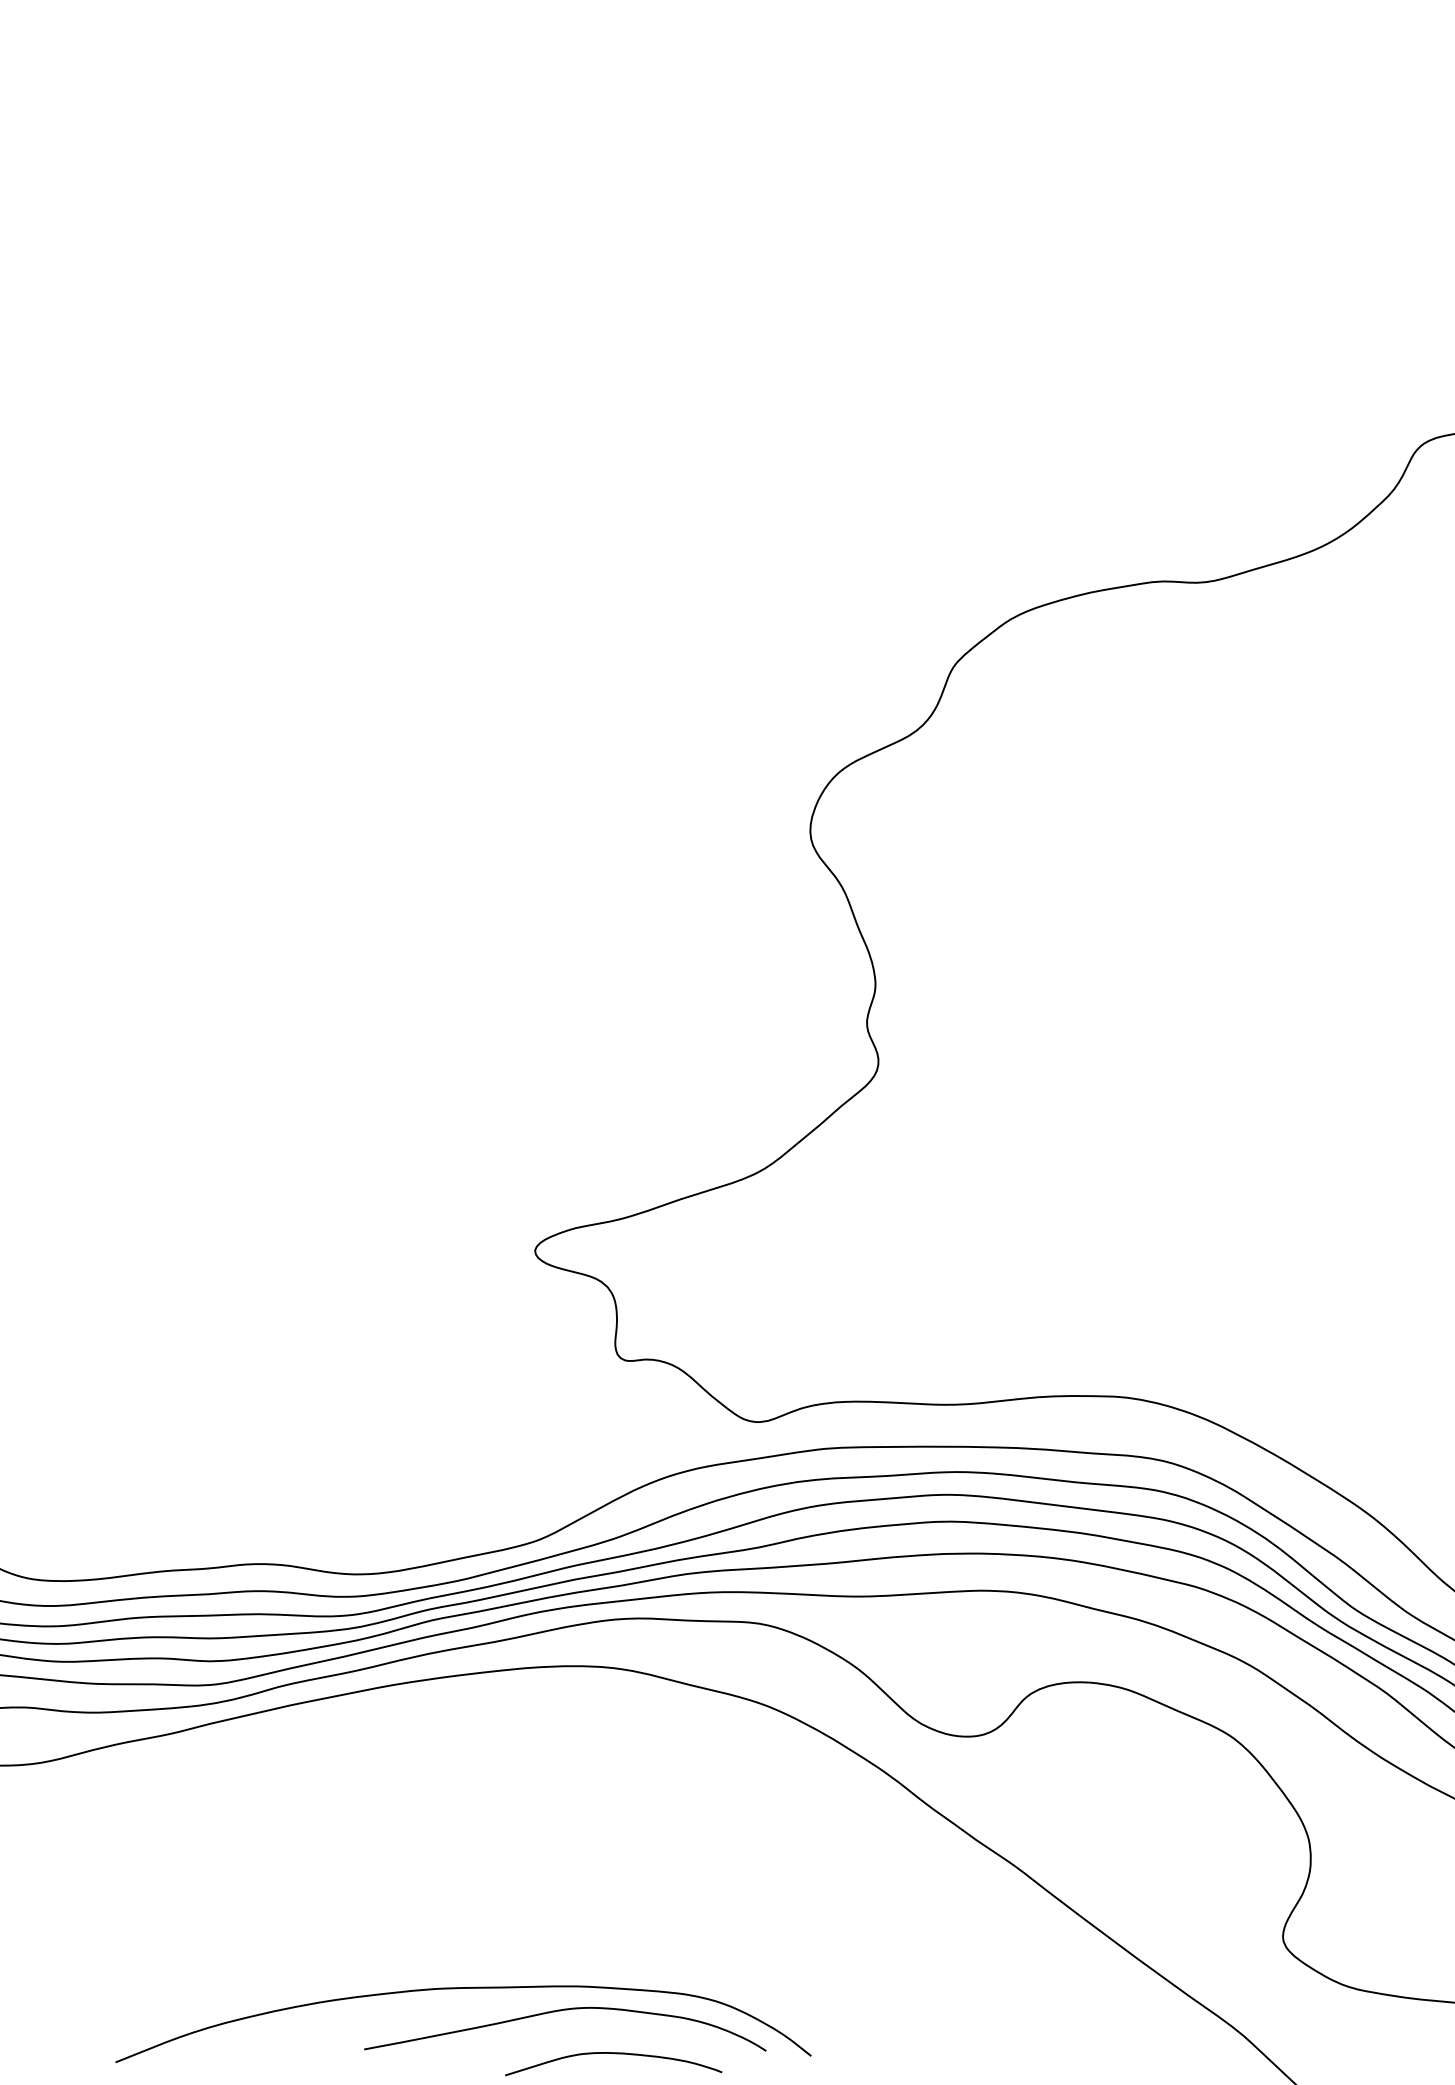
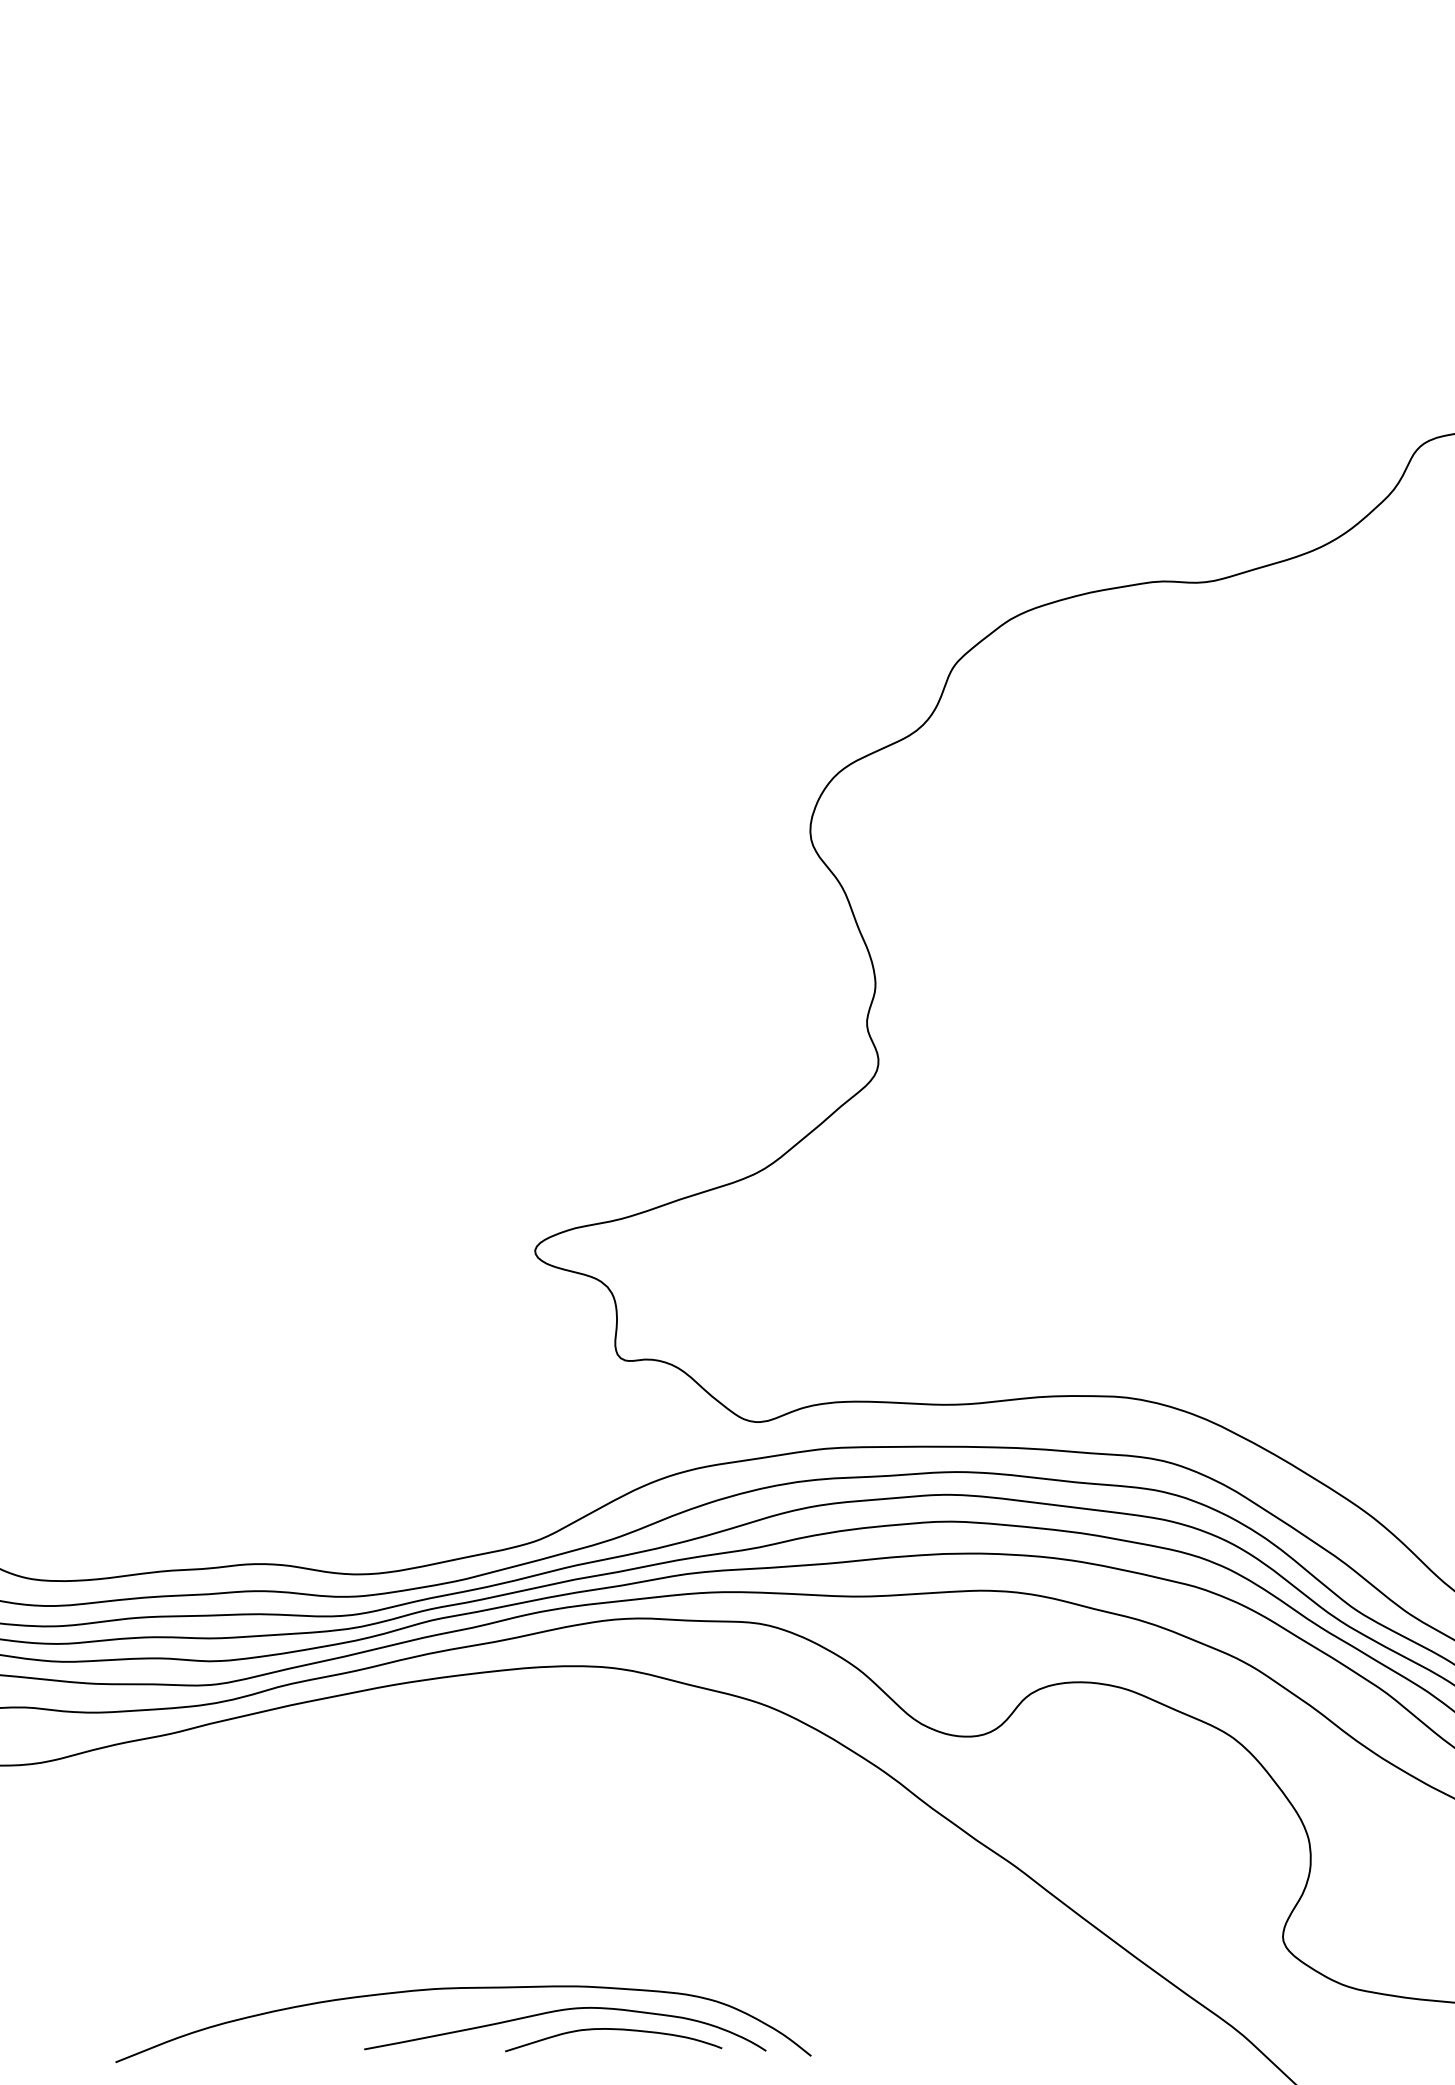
curve at (614, 2054) position: (614, 2054) -> (614, 2030)
